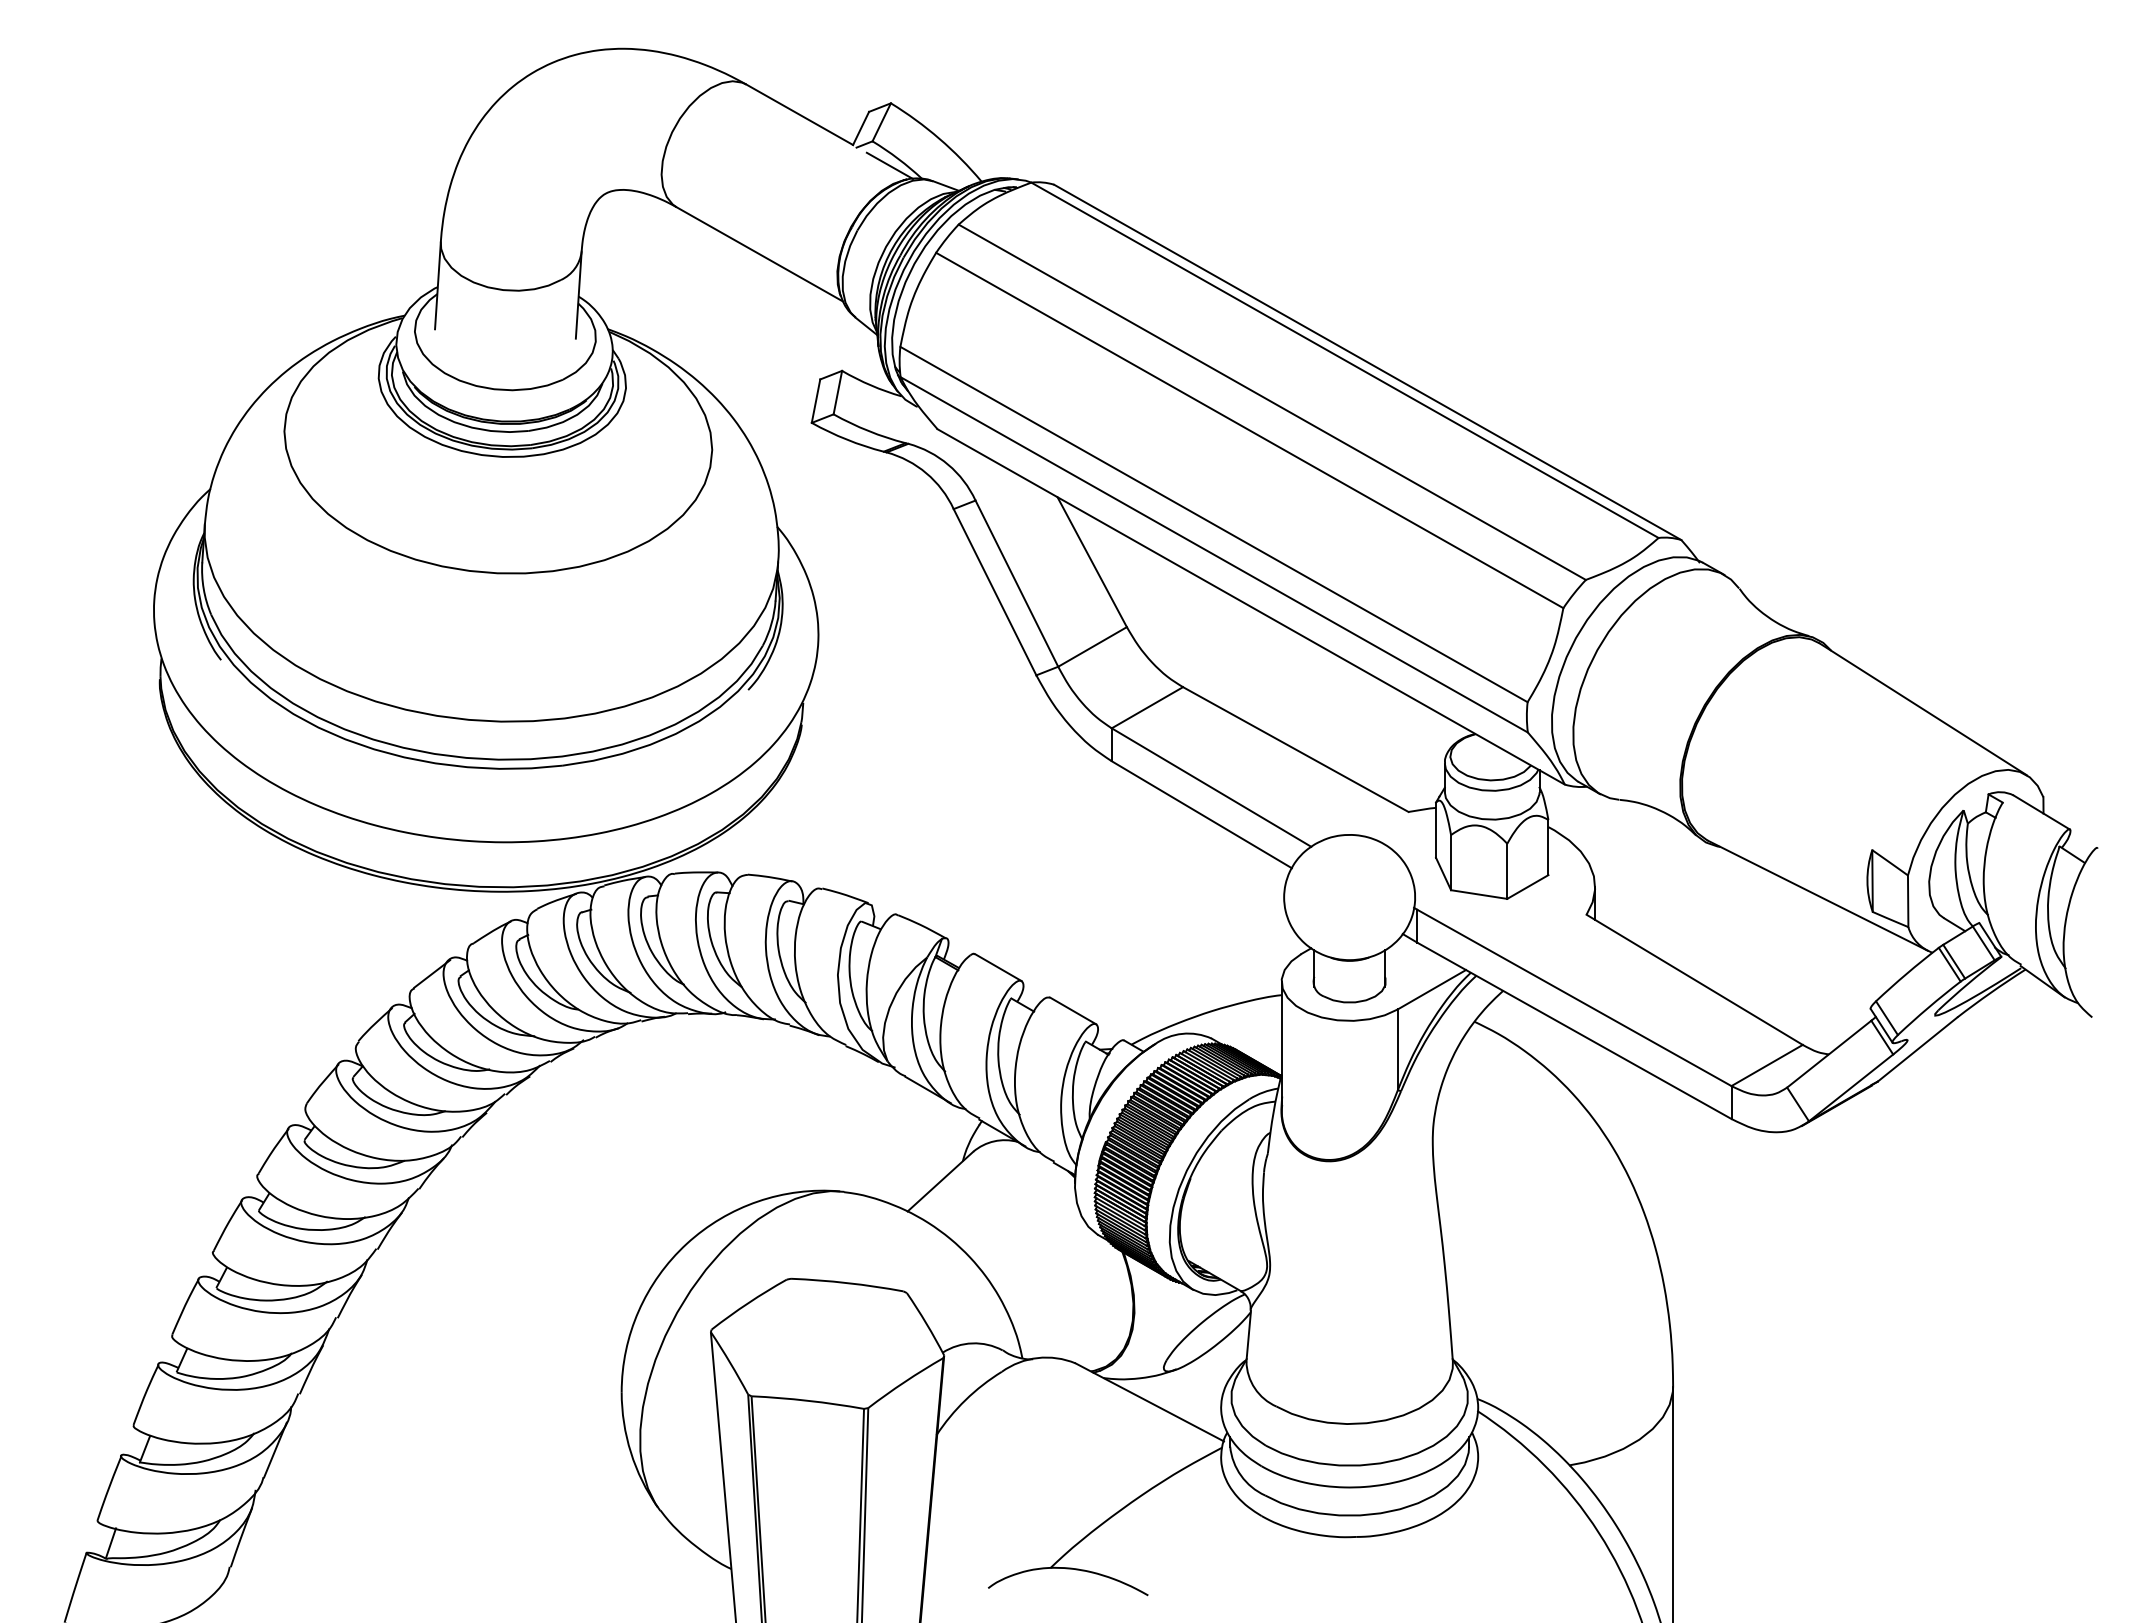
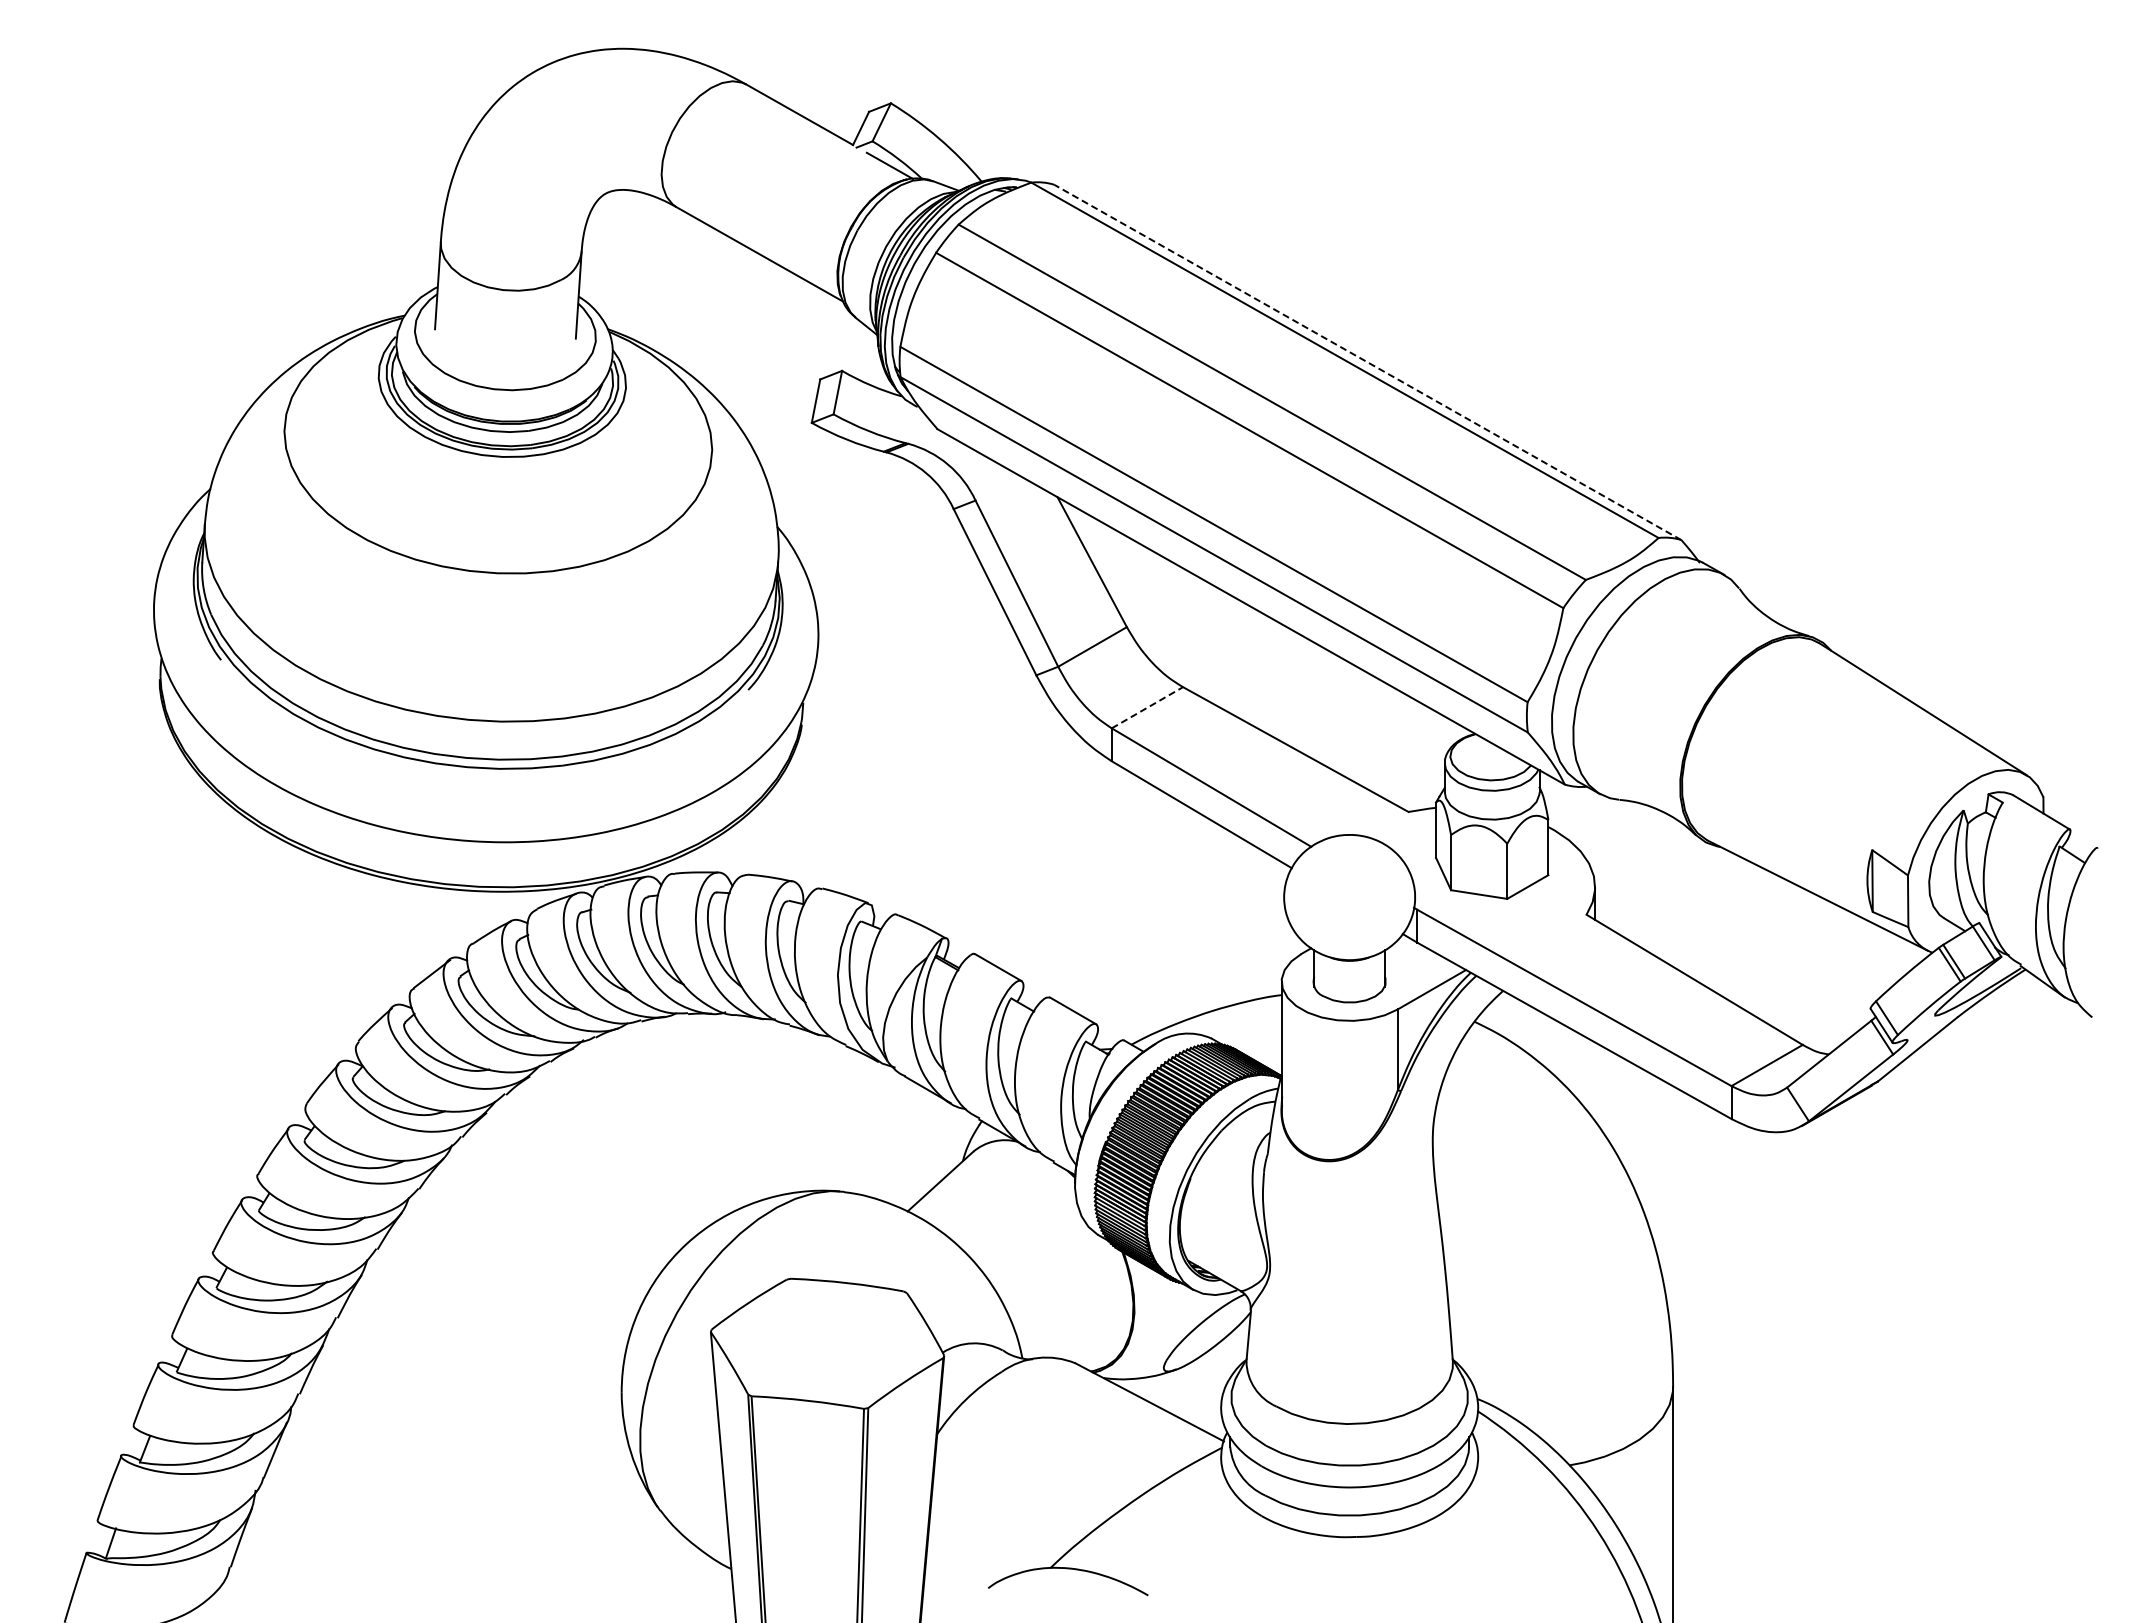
line at (1367, 362): solid -> dashed
line at (1147, 707): solid -> dashed
